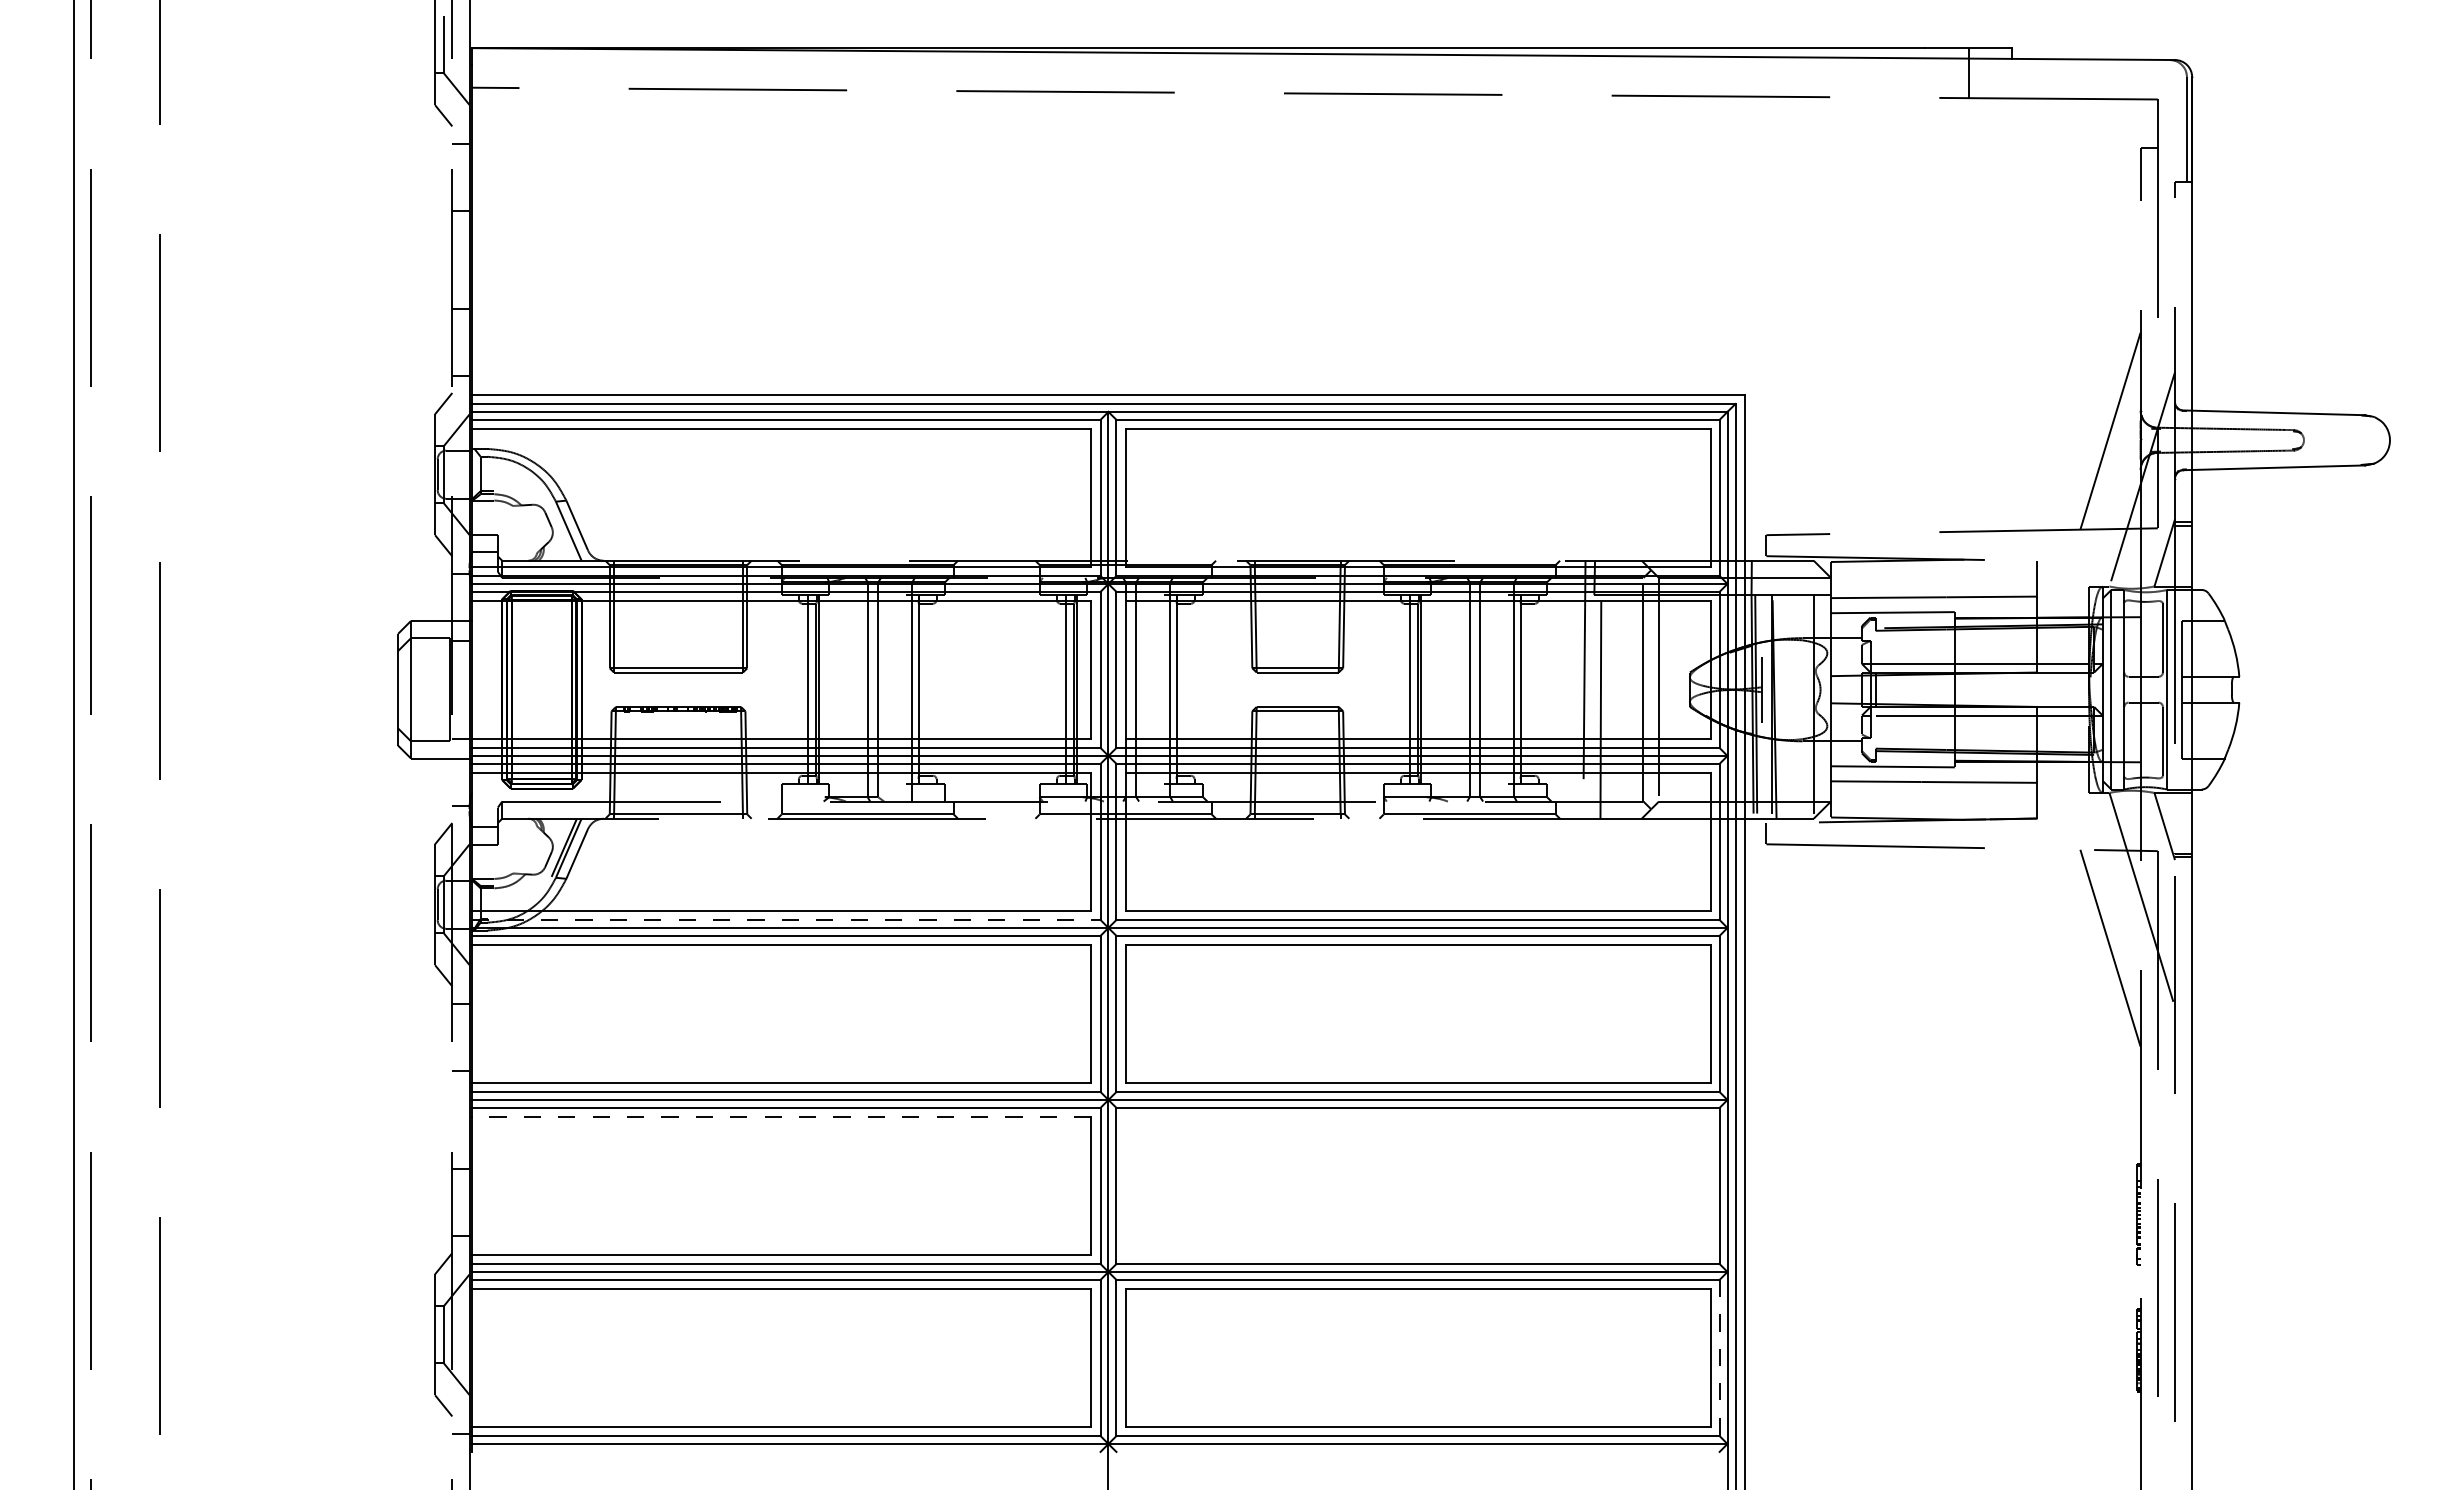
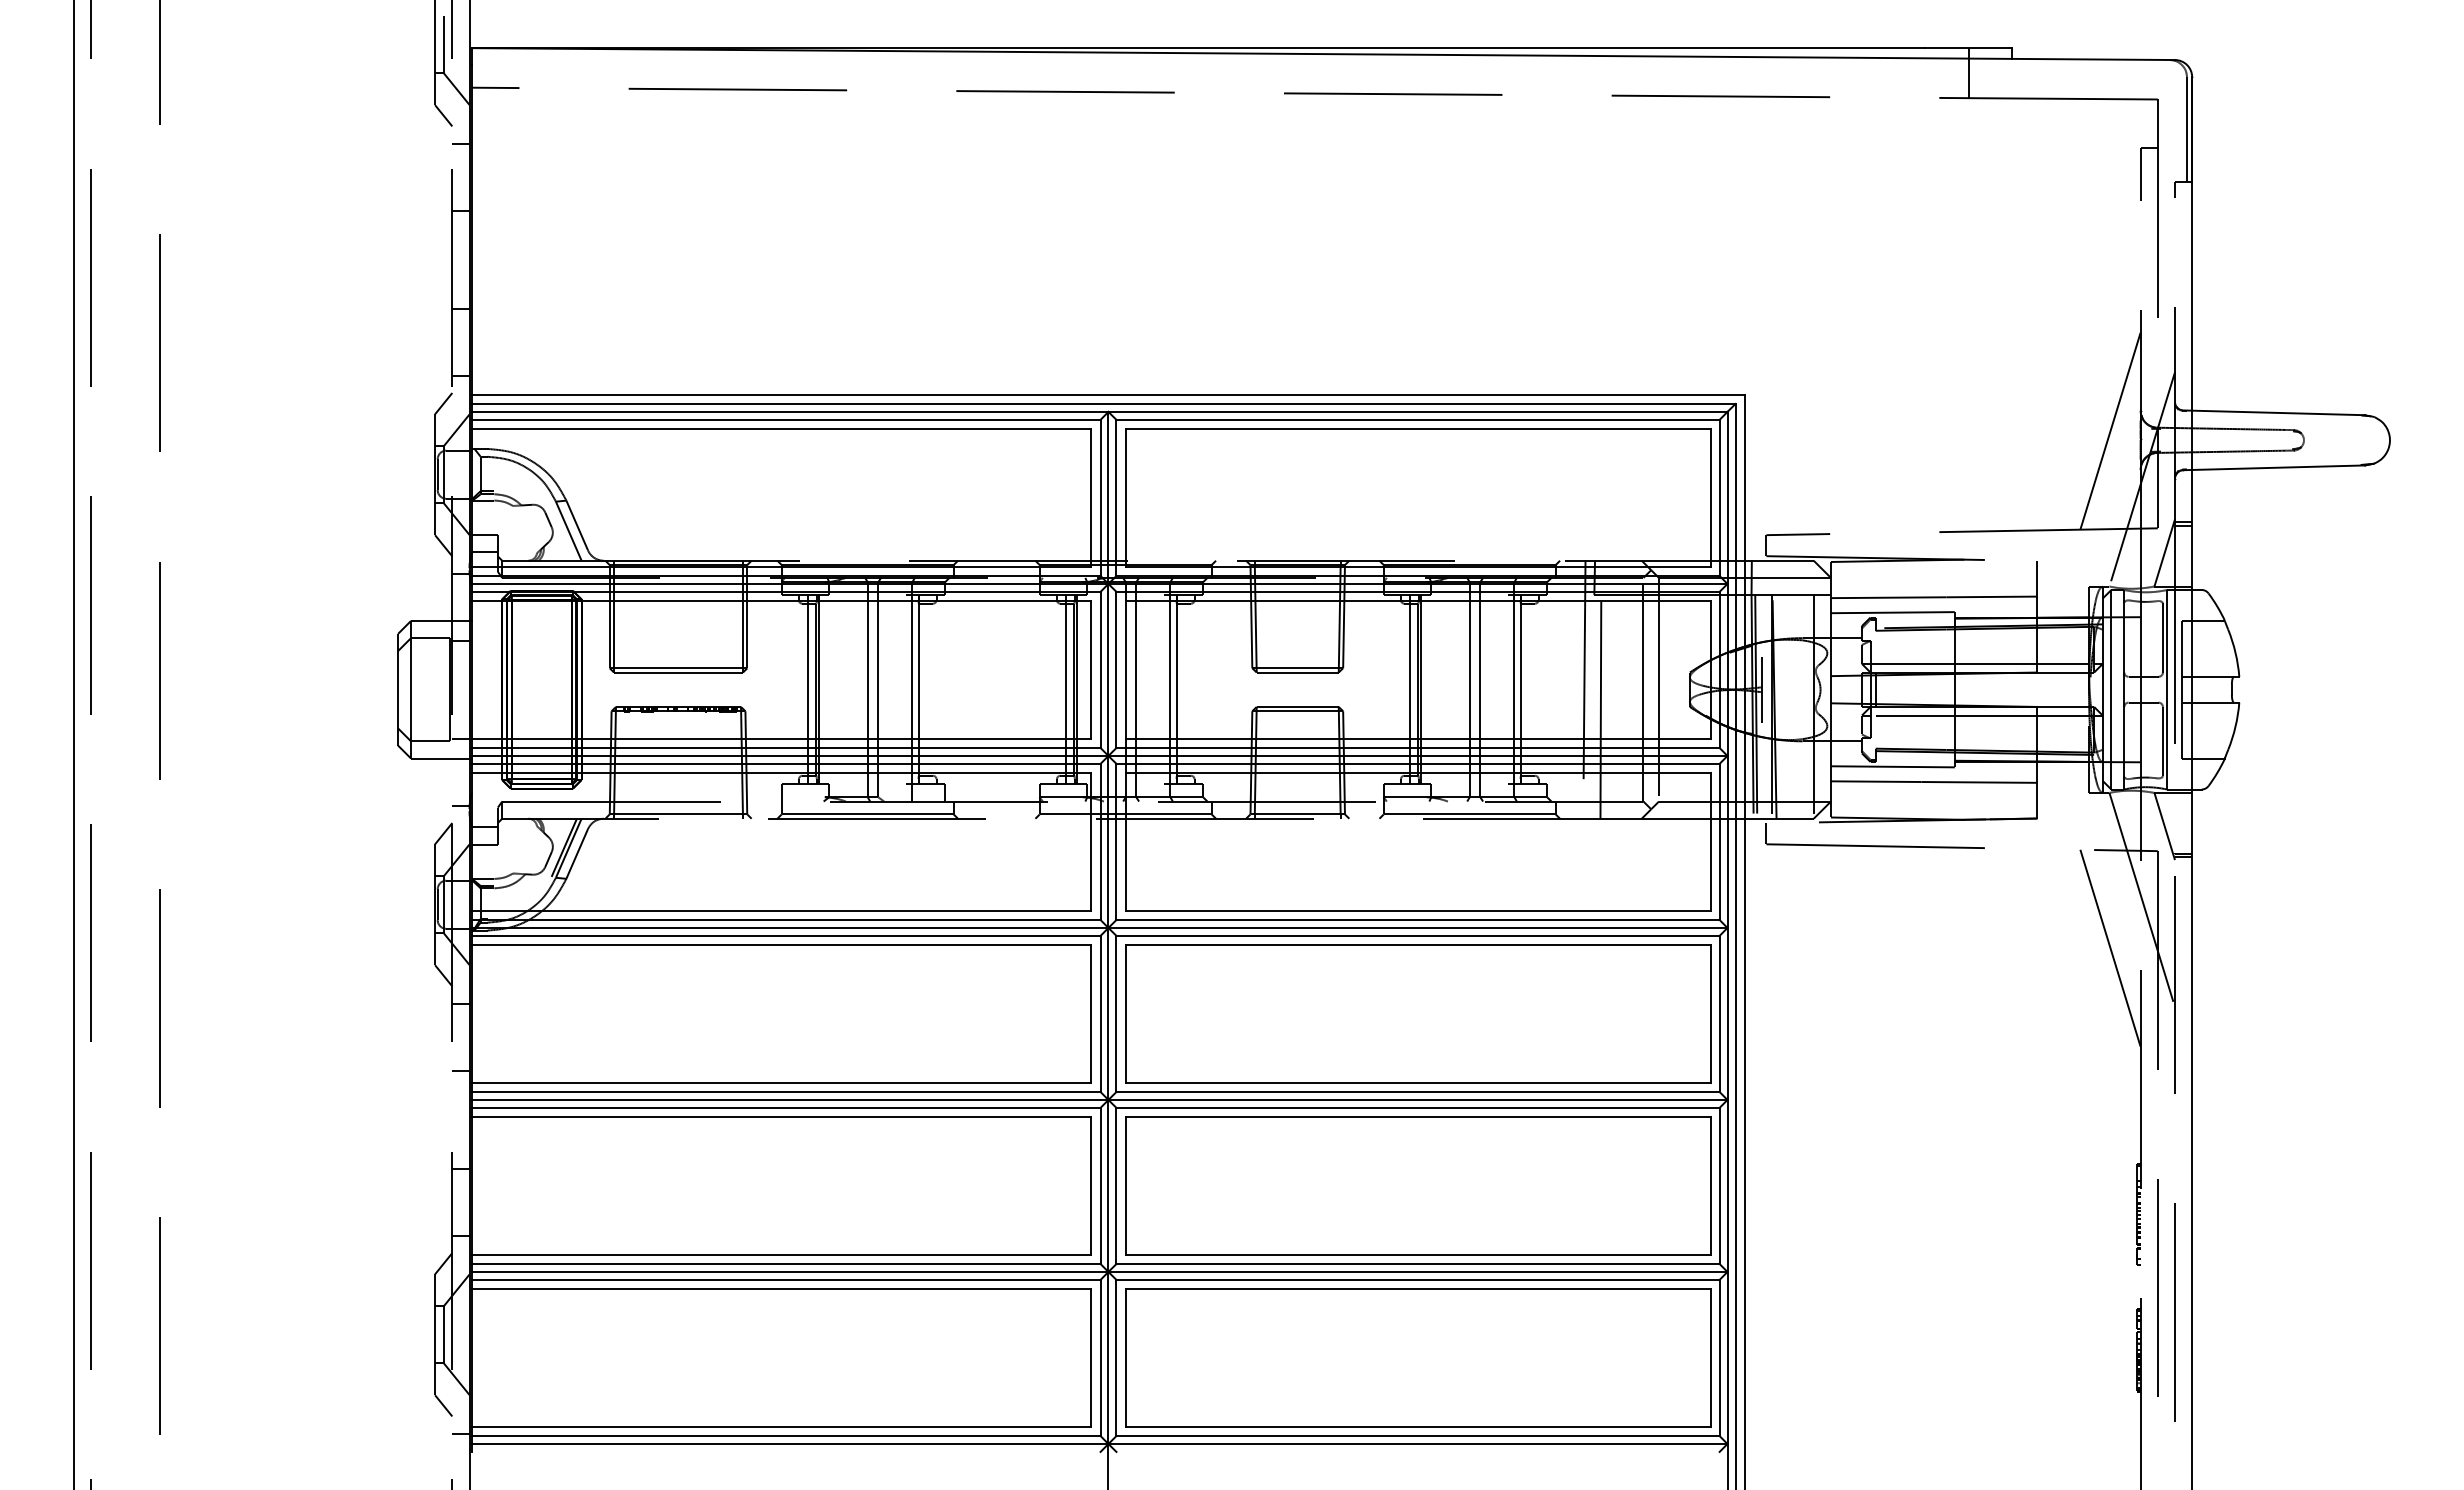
line at (786, 919): dashed -> solid
line at (781, 1117): dashed -> solid
part at (1418, 1185): none -> present
line at (1719, 1358): dashed -> solid
